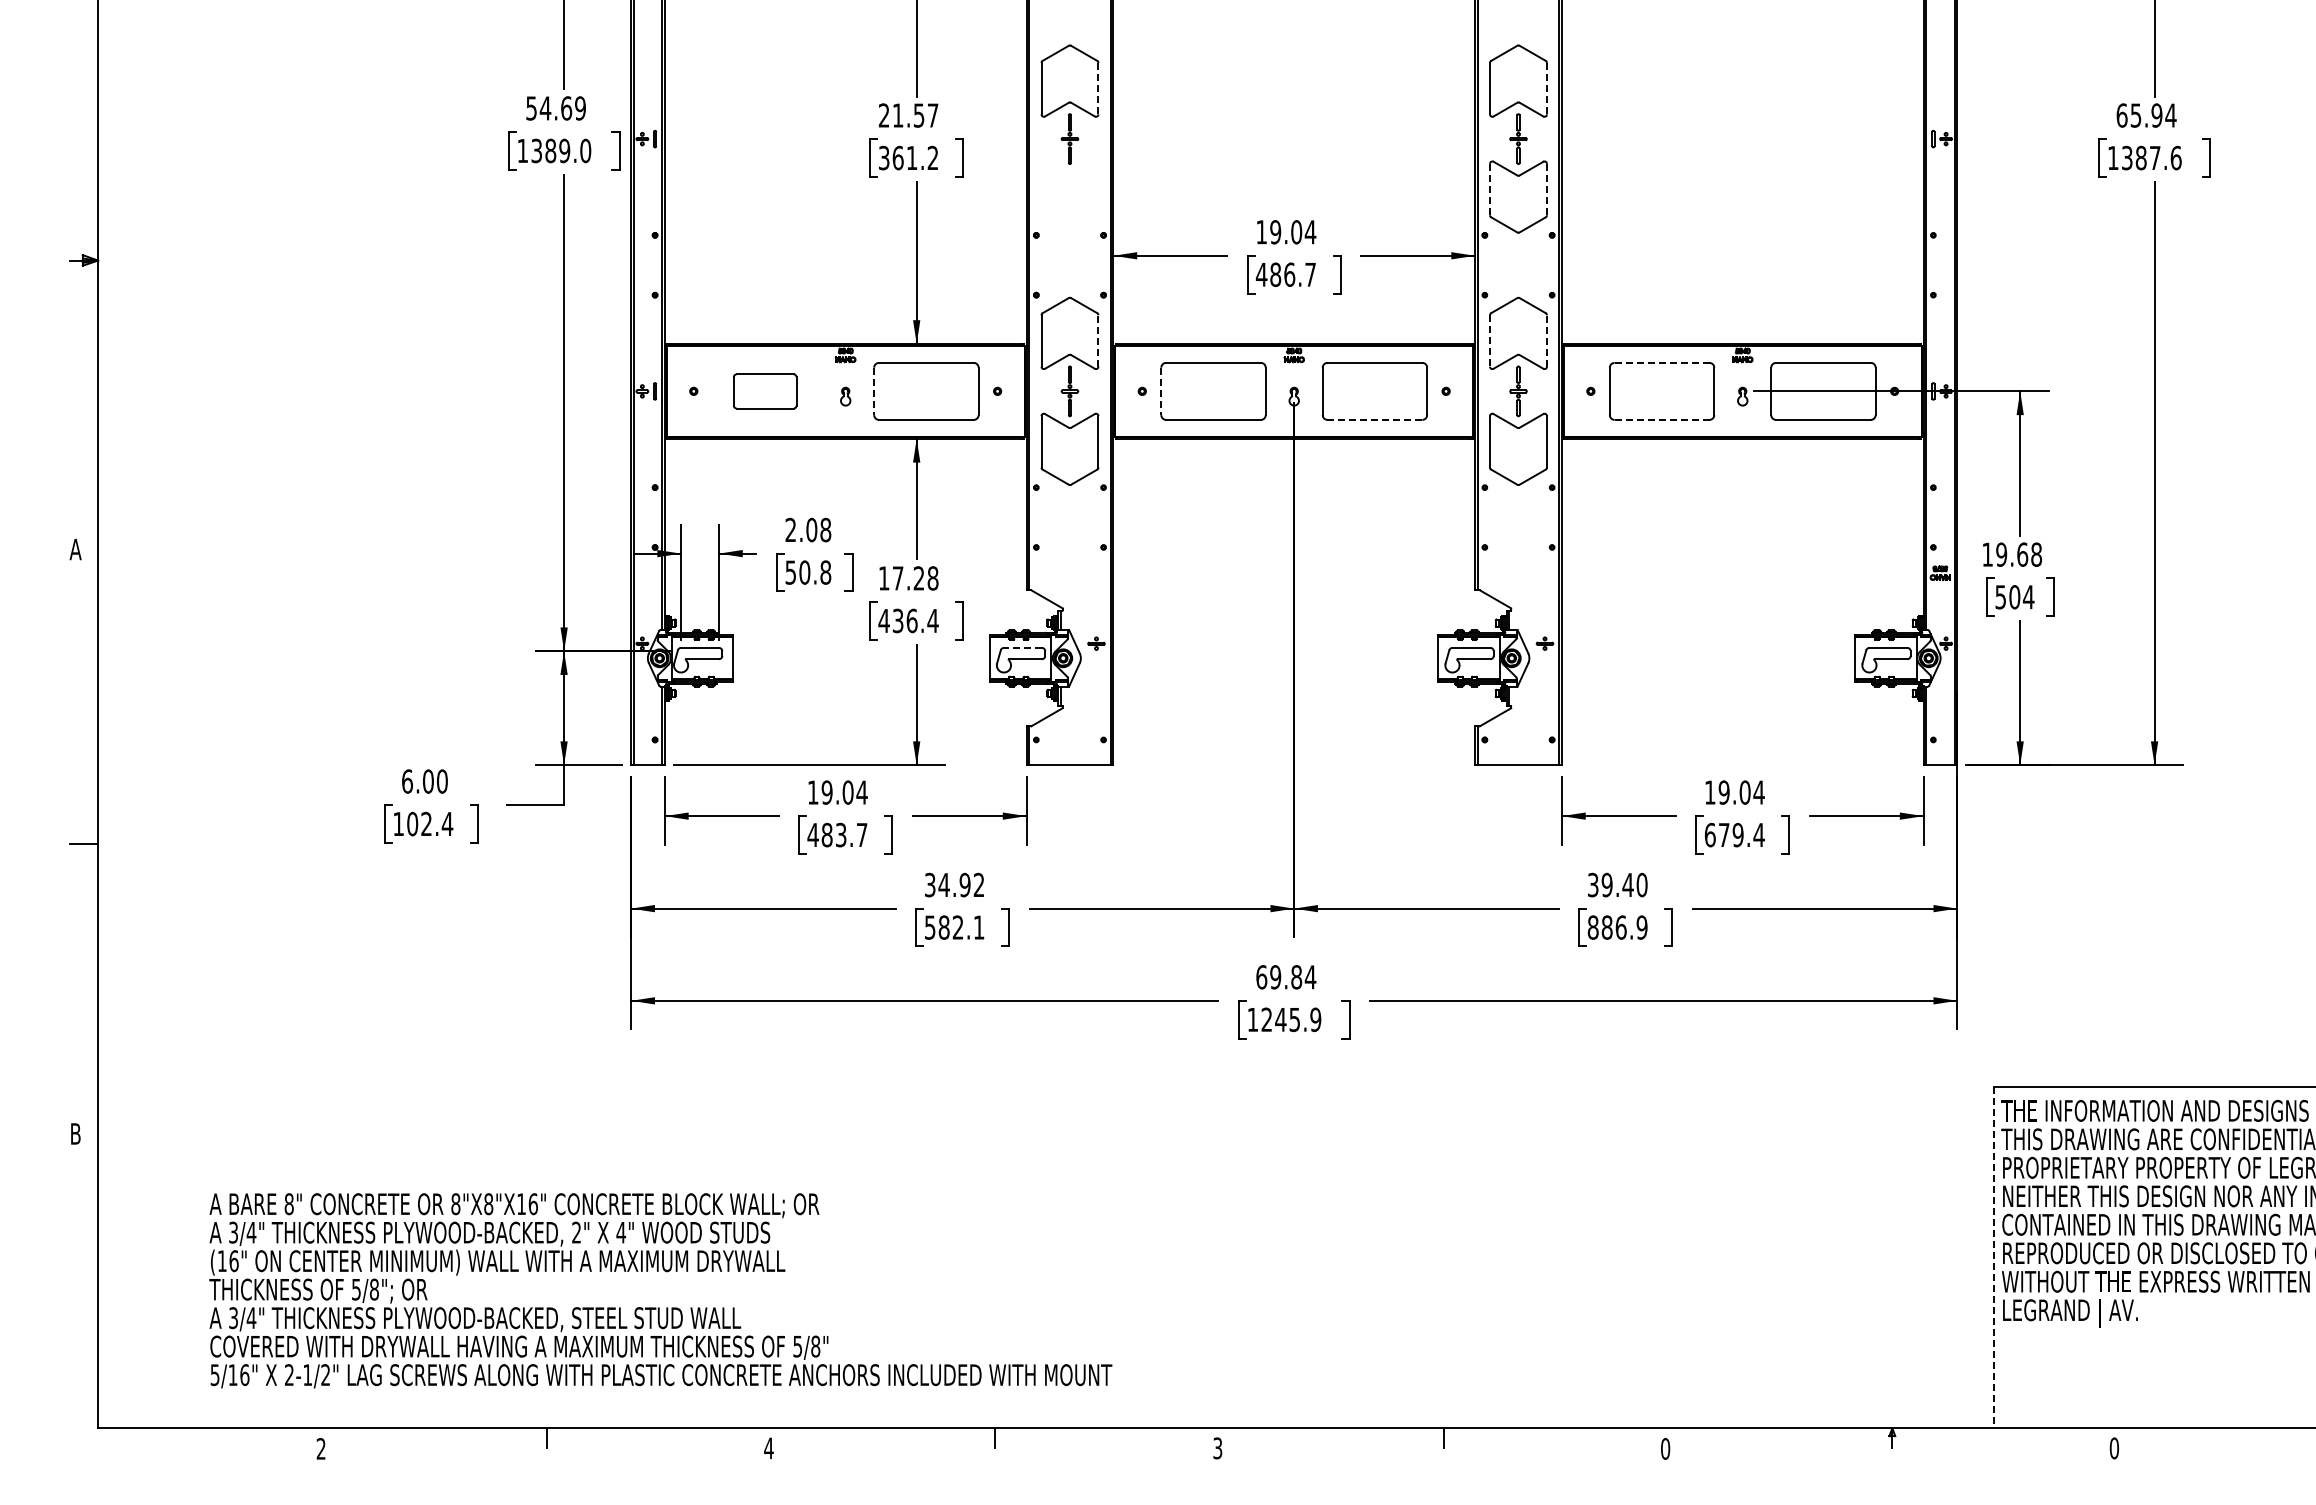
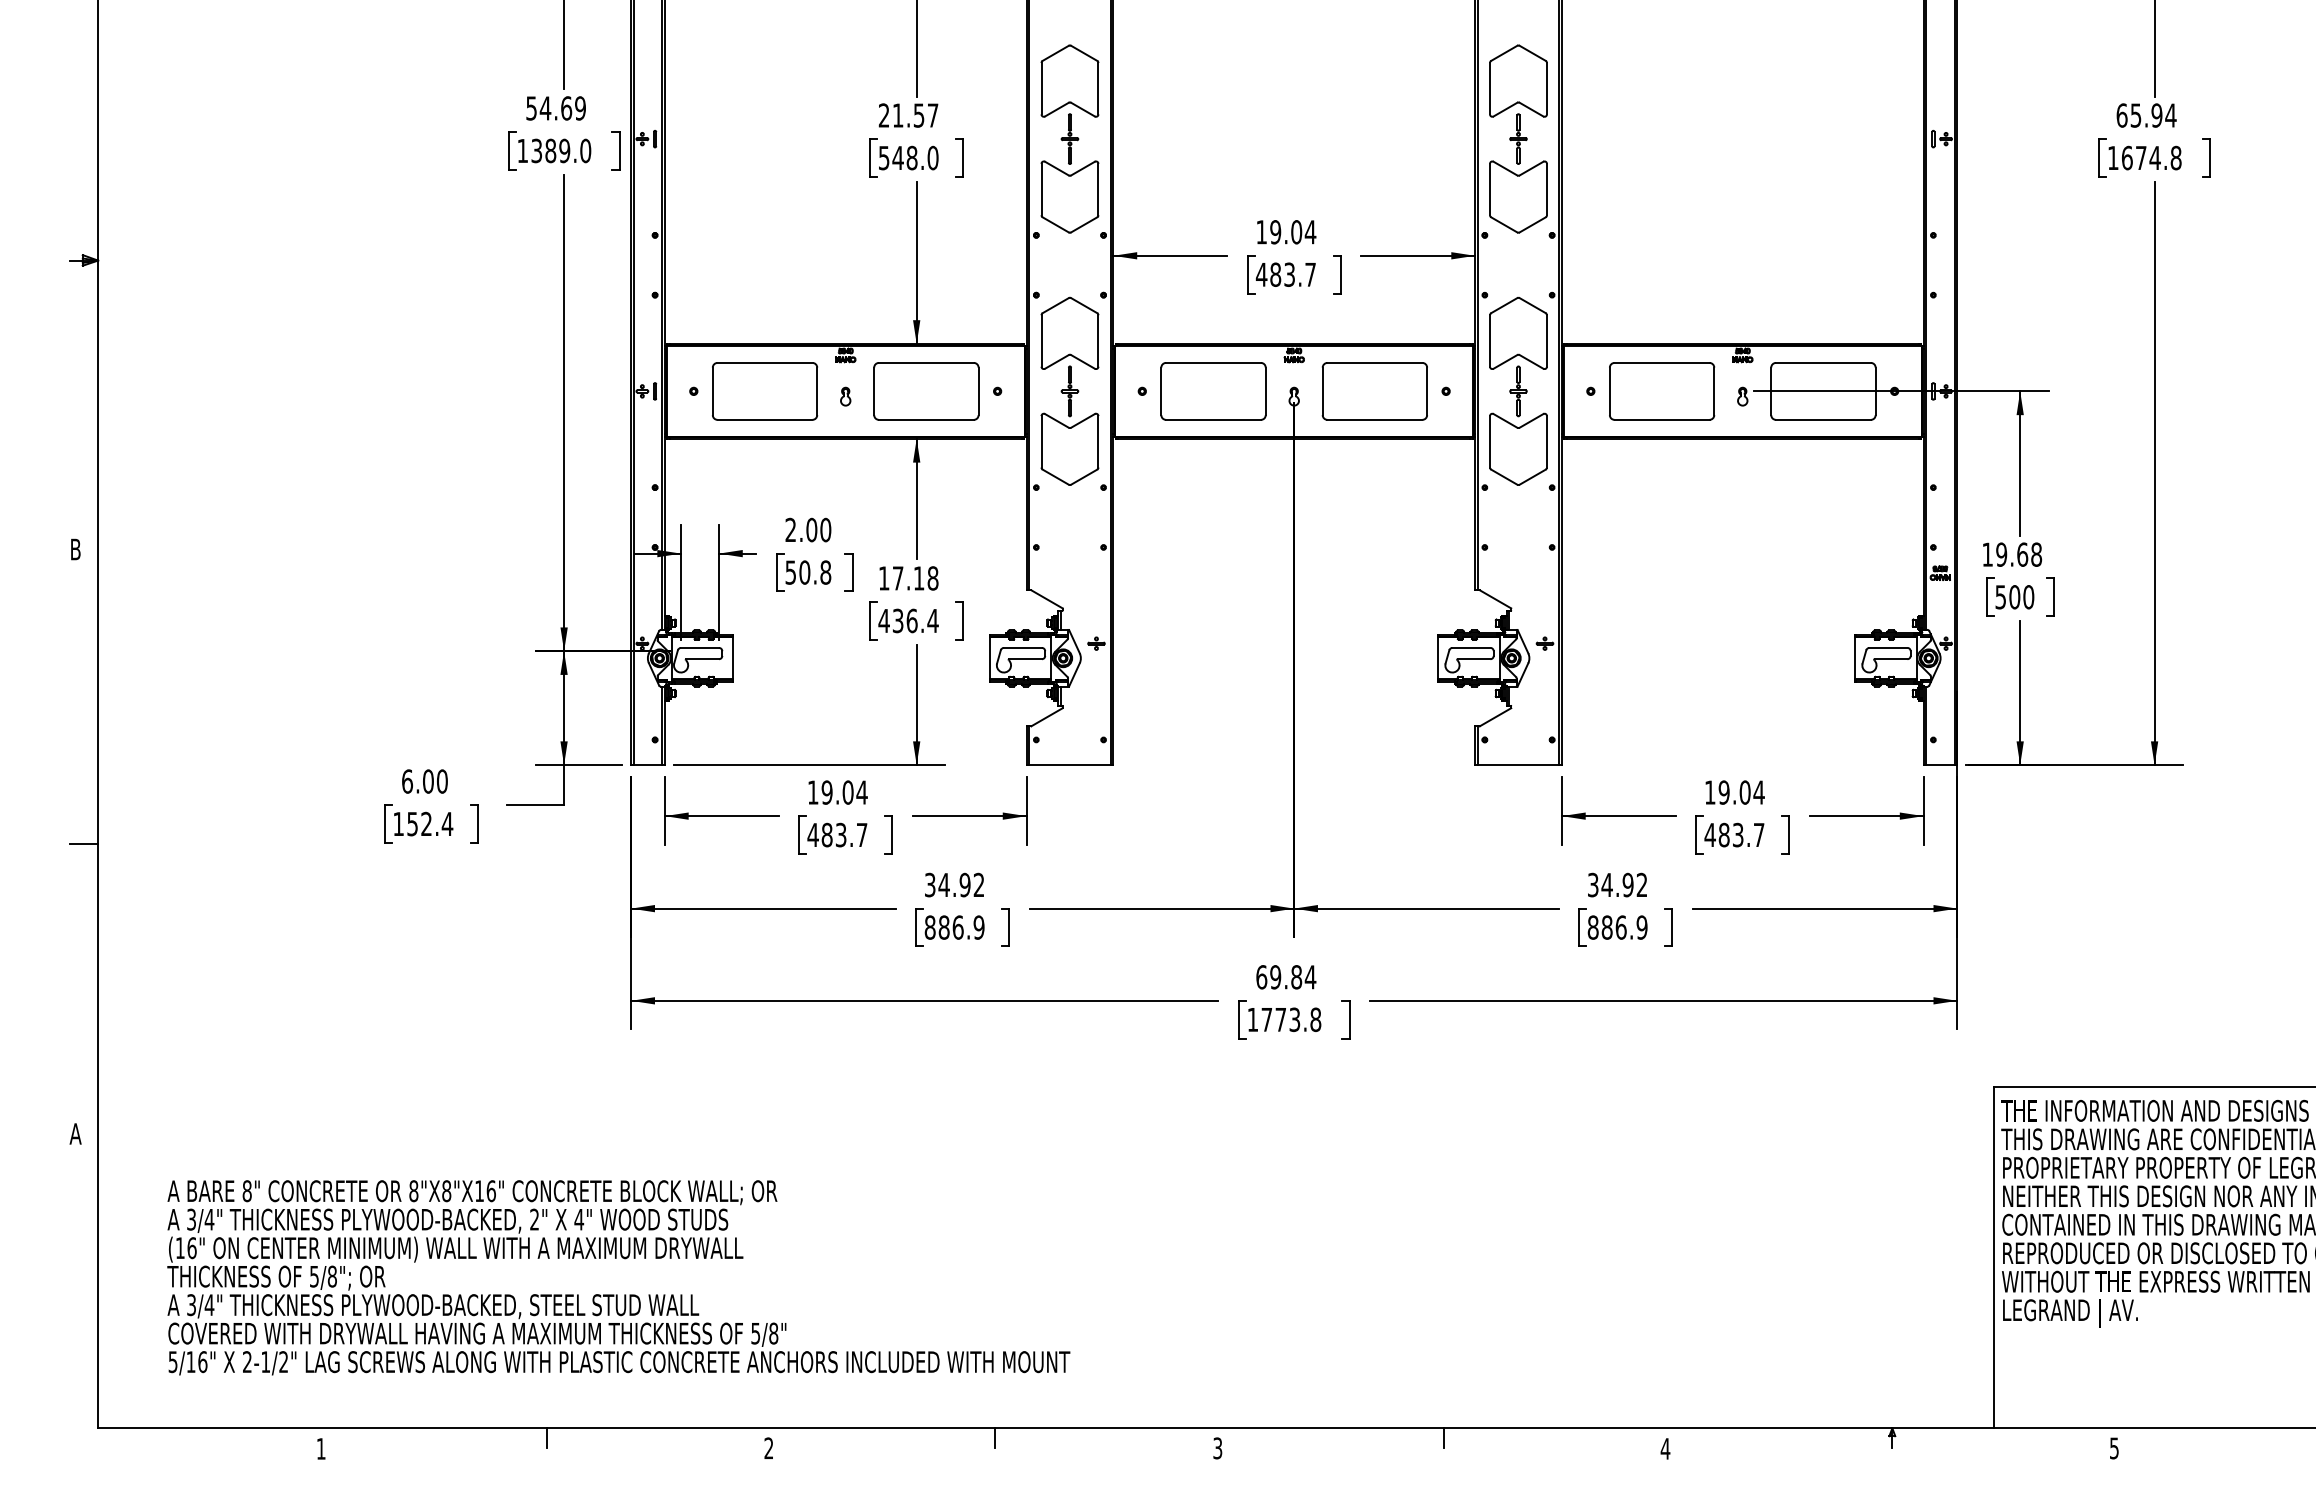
line at (1098, 88): dashed -> solid
line at (1546, 88): dashed -> solid
text at (908, 157): 361.2 -> 548.0
text at (2151, 157): 1387.6 -> 1674.8
line at (1490, 189): dashed -> solid
line at (1546, 189): dashed -> solid
part at (1069, 196): none -> present
text at (1289, 274): 486.7 -> 483.7
line at (1098, 340): dashed -> solid
line at (1490, 340): dashed -> solid
line at (1546, 340): dashed -> solid
line at (1661, 362): dashed -> solid
part at (765, 391) size: 65x37 px -> 107x59 px
line at (874, 391): dashed -> solid
line at (1161, 391): dashed -> solid
line at (1375, 419): dashed -> solid
line at (1662, 419): dashed -> solid
text at (825, 529): 2.08 -> 2.00
text at (75, 549): A -> B
text at (918, 578): 17.28 -> 17.18
text at (2028, 597): 504 -> 500
line at (1022, 647): dashed -> solid
text at (412, 823): 102.4 -> 152.4
text at (1734, 834): 679.4 -> 483.7
text at (1624, 884): 39.40 -> 34.92
text at (954, 927): 582.1 -> 886.9
text at (1291, 1019): 1245.9 -> 1773.8
text at (75, 1133): B -> A
line at (1993, 1257): dashed -> solid
text at (660, 1290) position: (660, 1290) -> (618, 1277)
text at (768, 1447): 4 -> 2
text at (320, 1448): 2 -> 1
text at (1665, 1448): 0 -> 4
text at (2114, 1448): 0 -> 5
